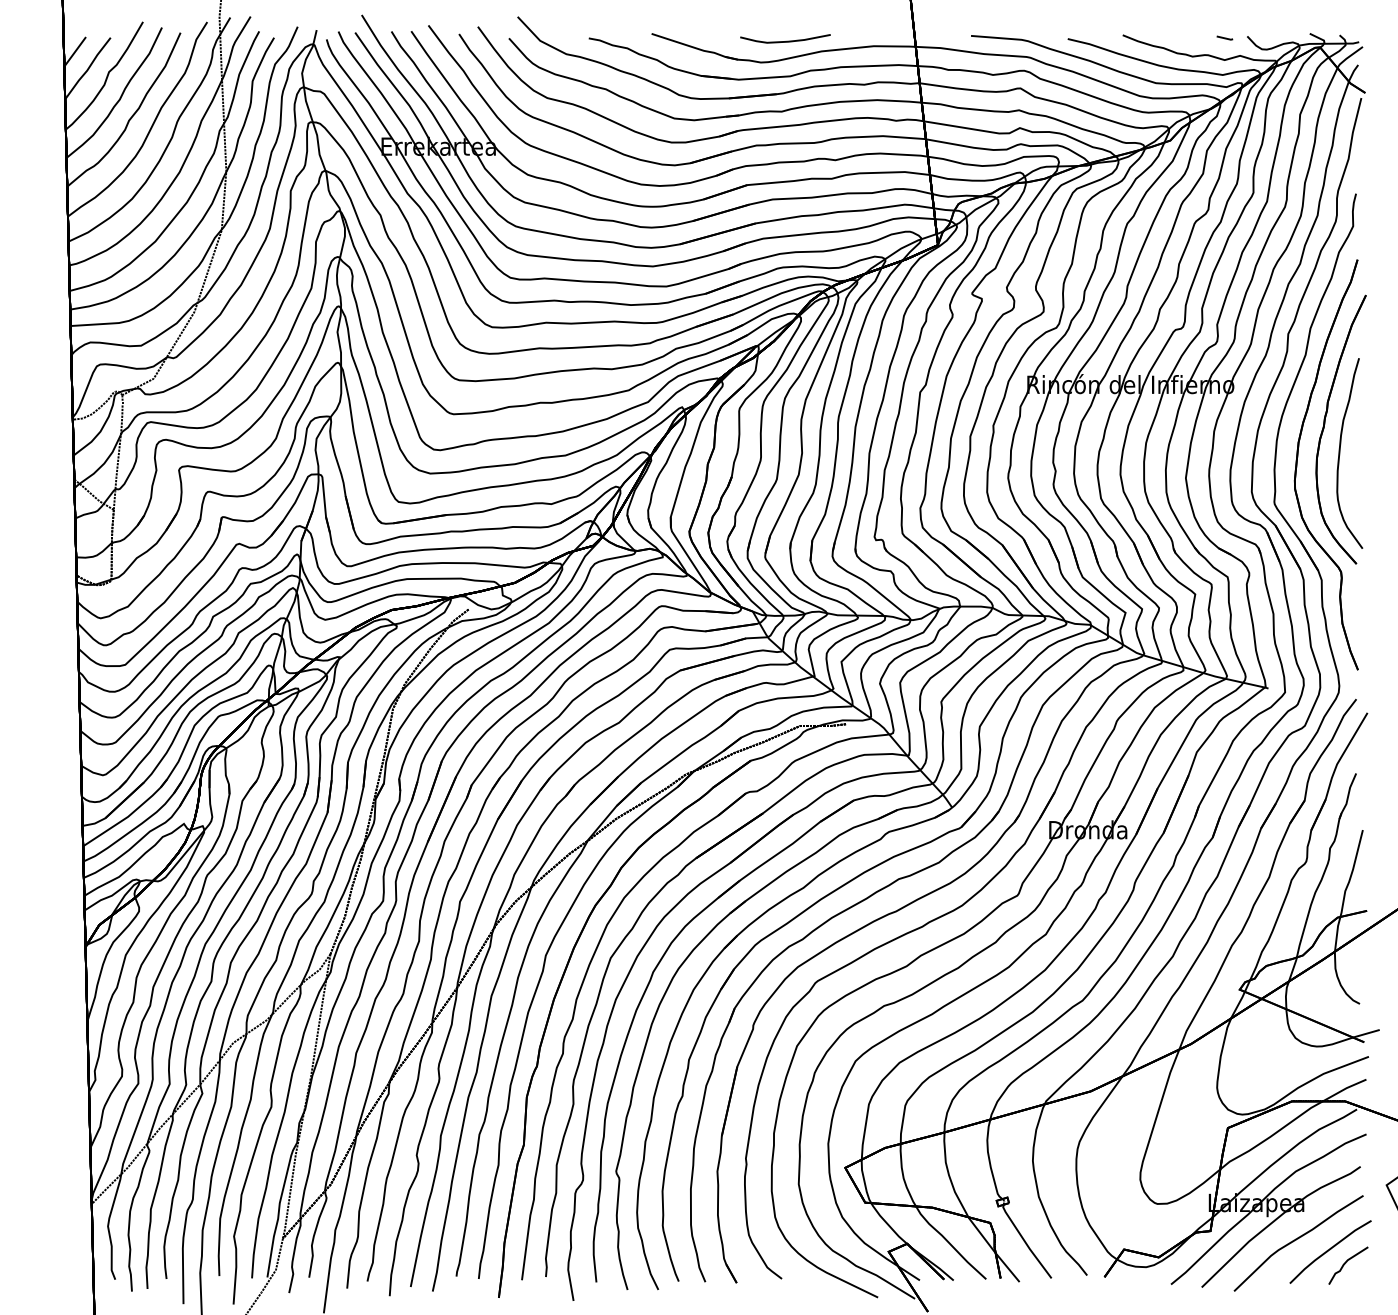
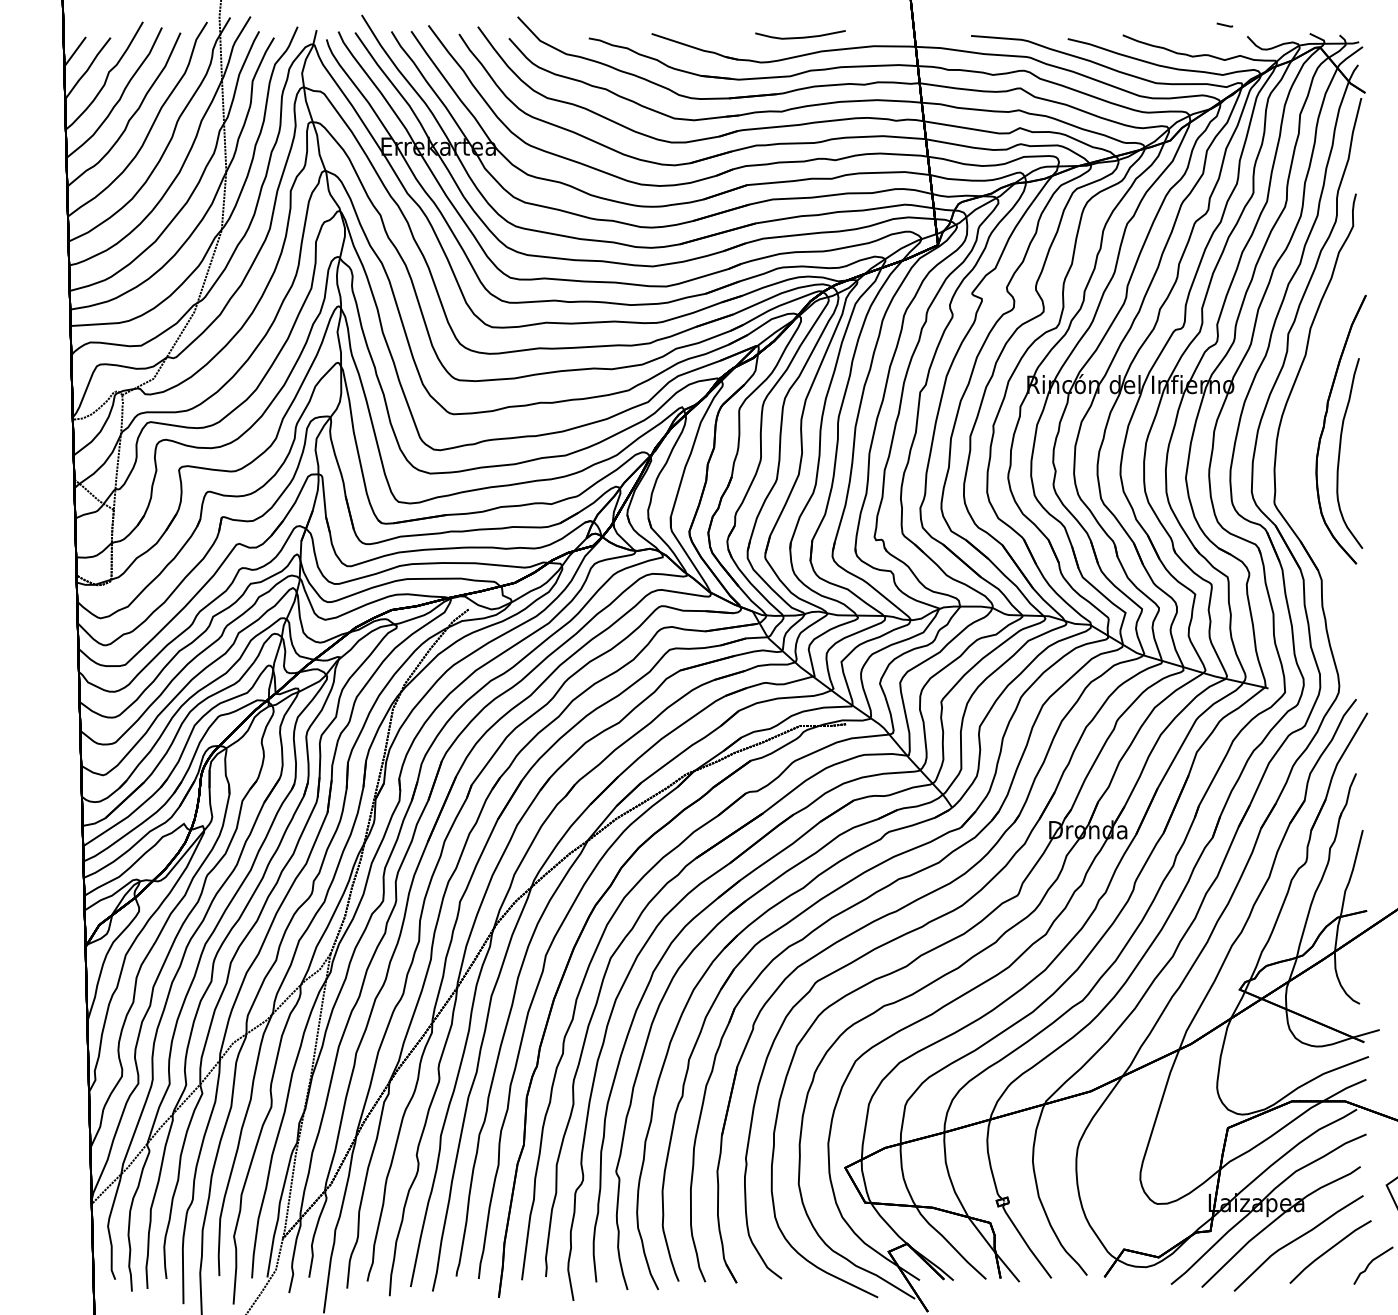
line at (1224, 37) position: (1224, 37) -> (1224, 24)
curve at (786, 40) position: (786, 40) -> (801, 36)
part at (1298, 457): present -> none
curve at (1346, 1263) position: (1346, 1263) -> (1371, 1263)
